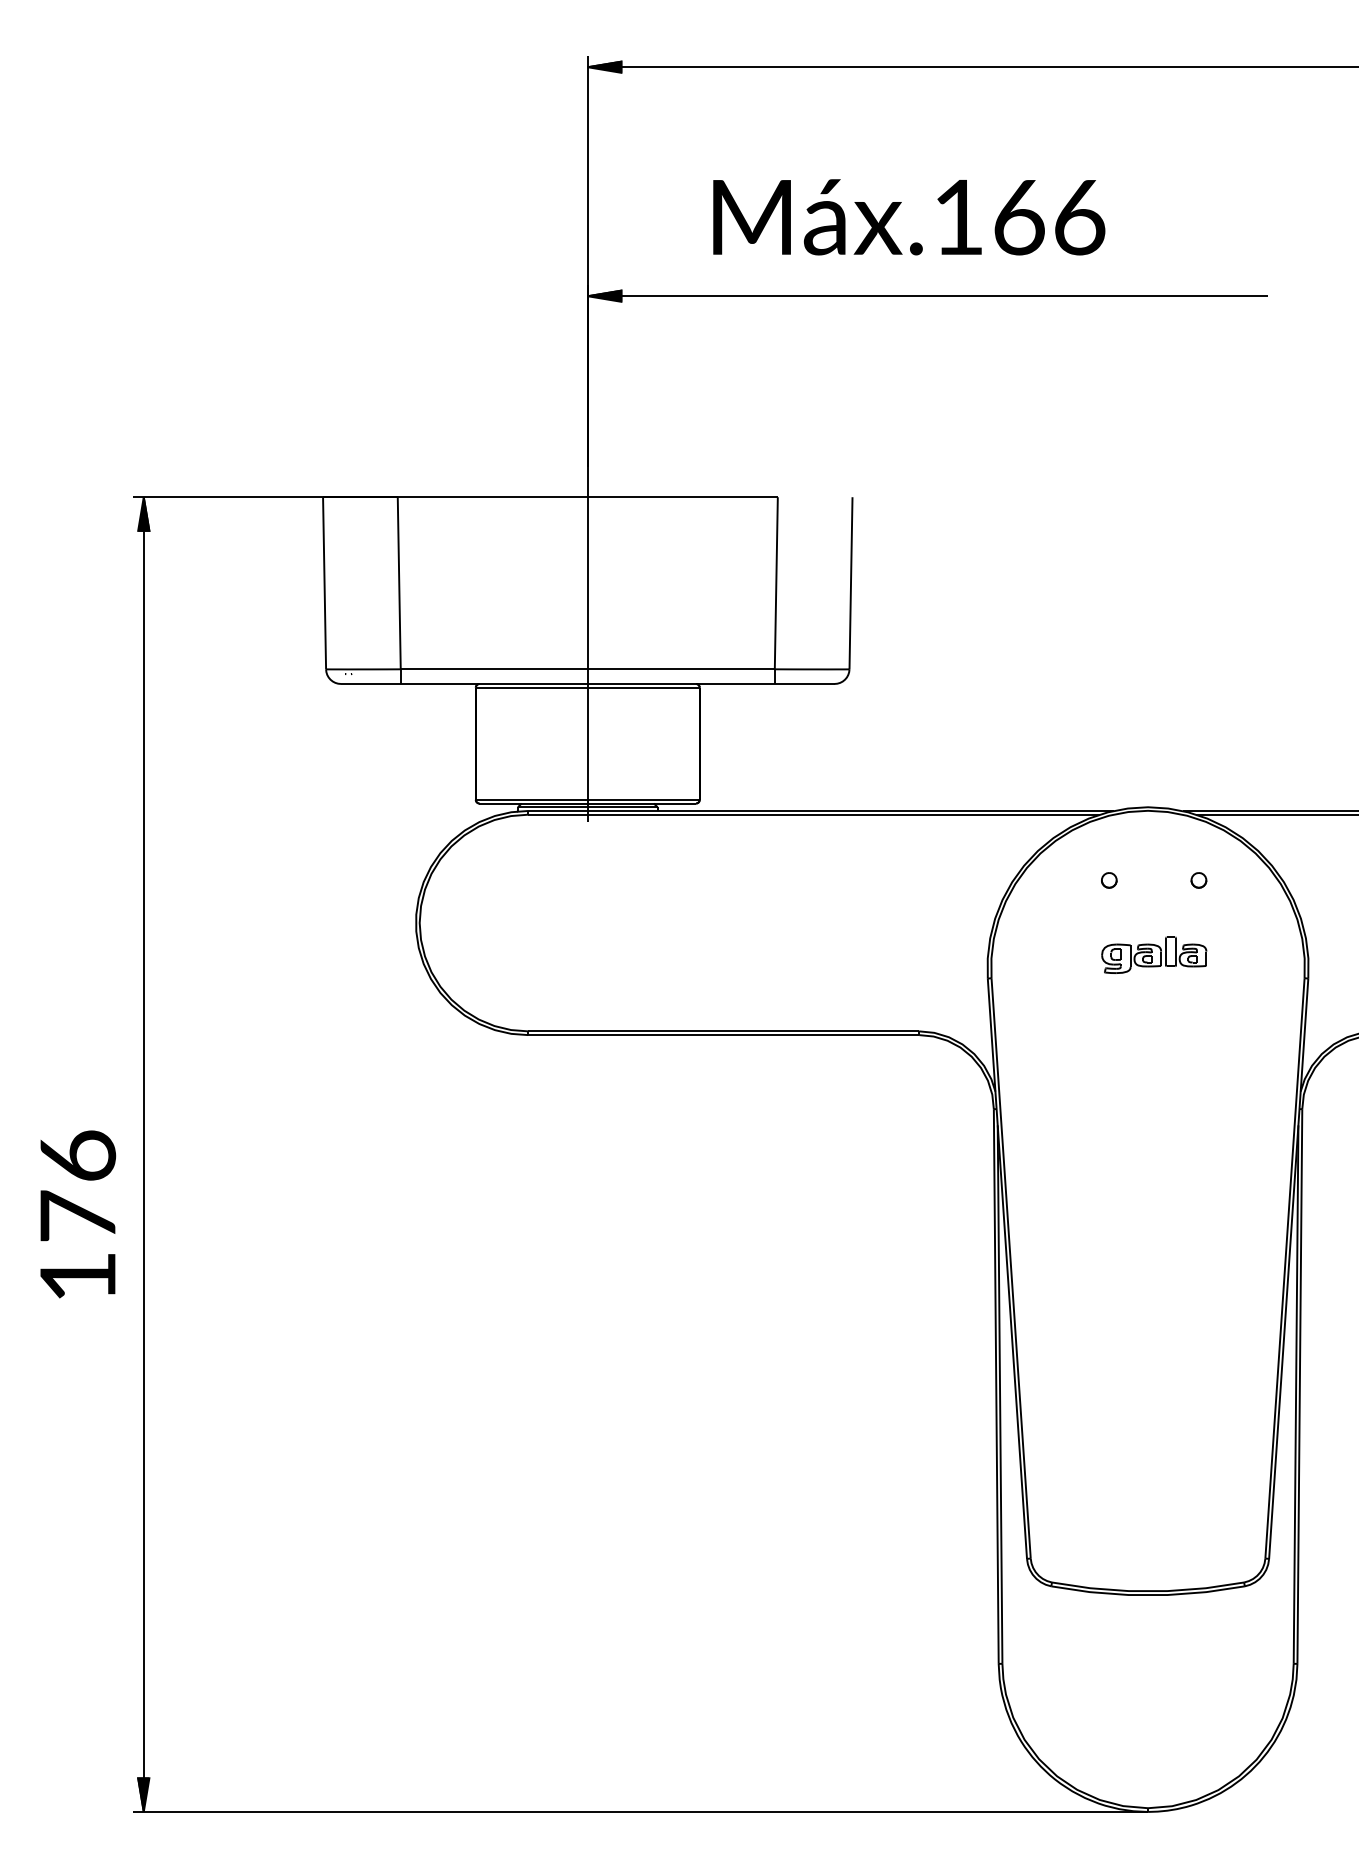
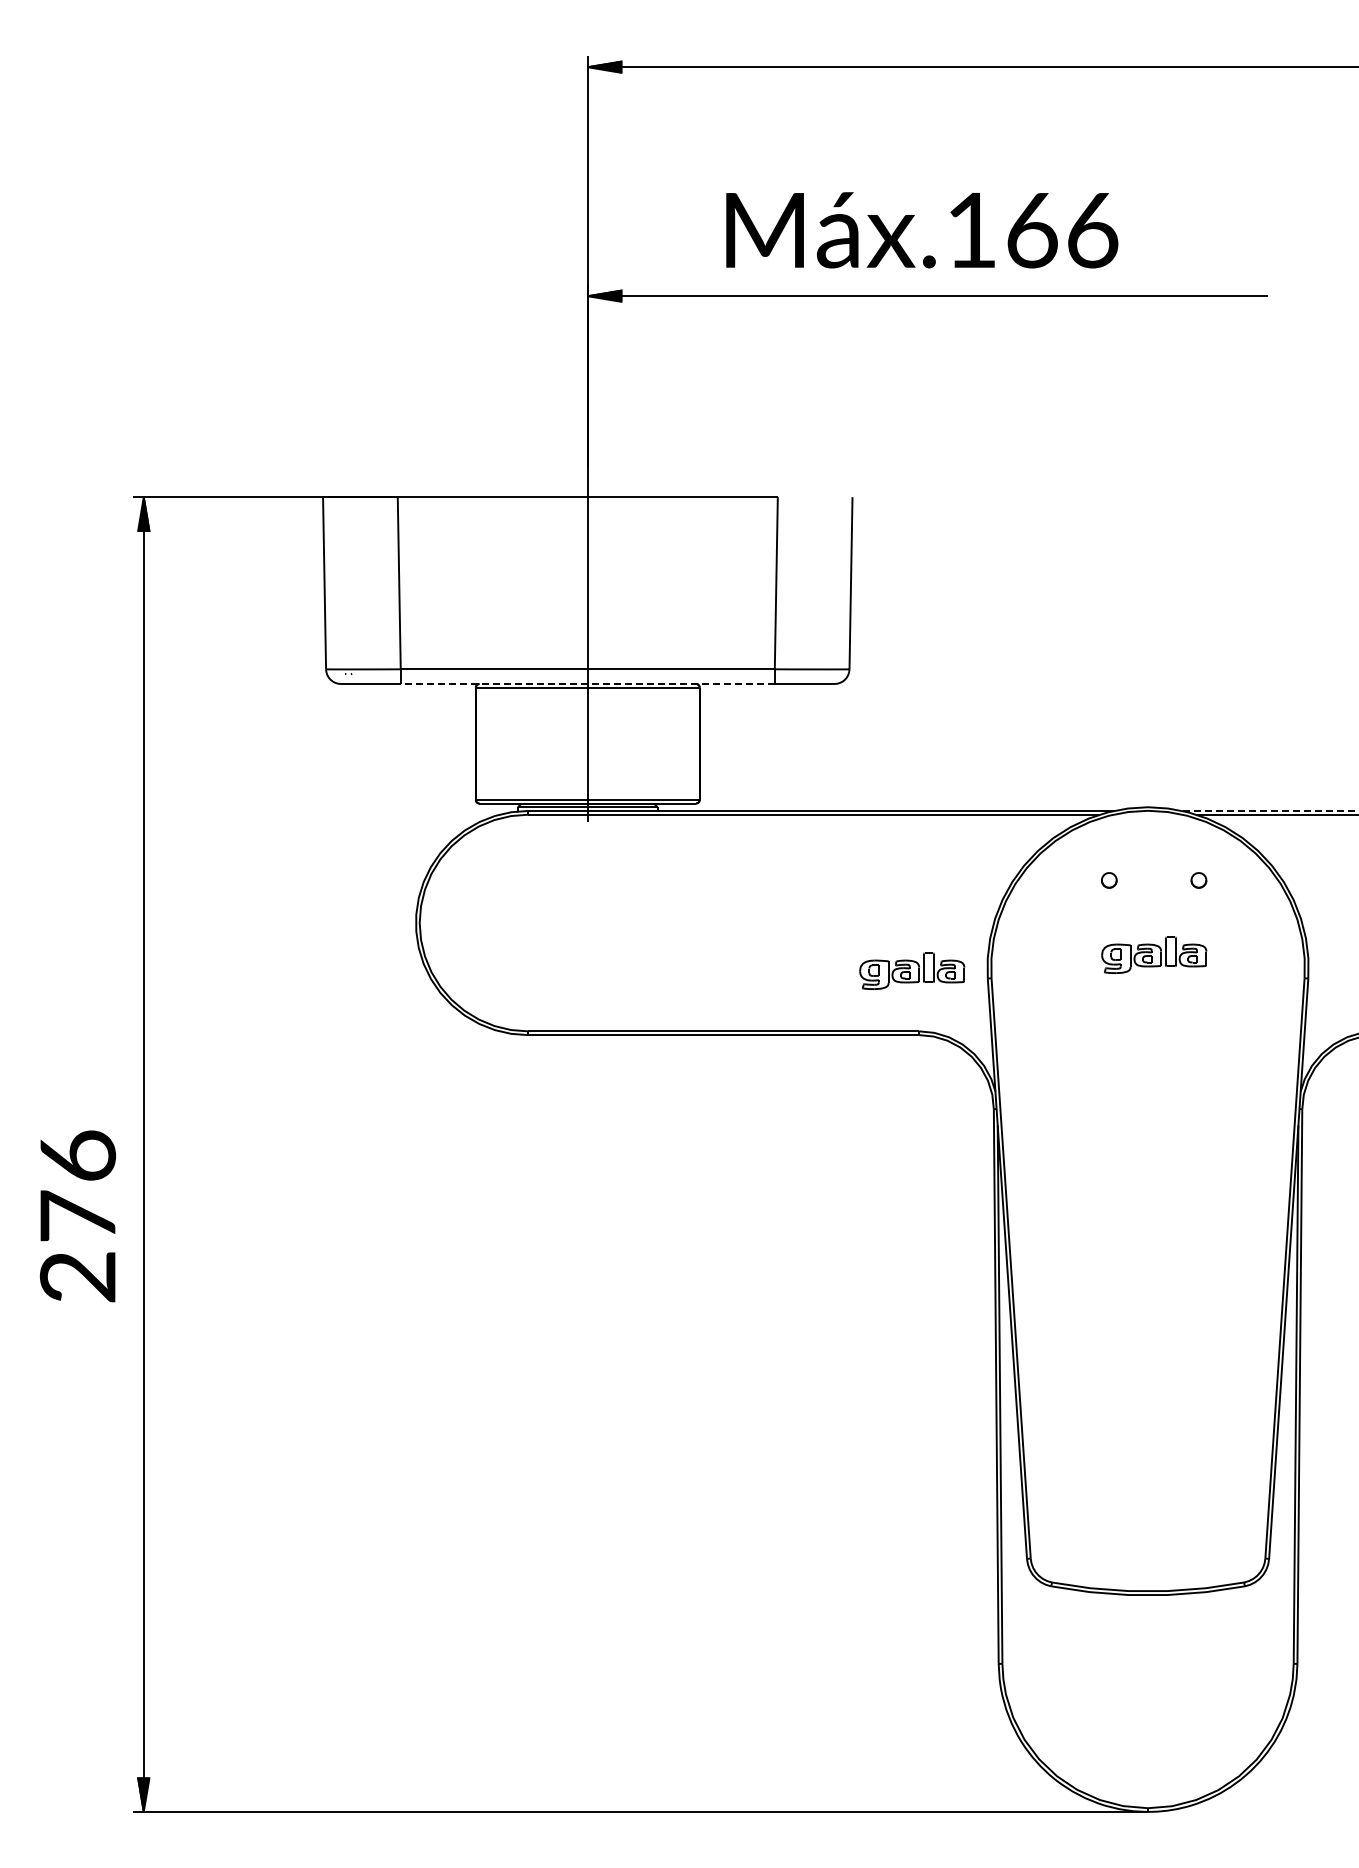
text at (909, 217) position: (909, 217) -> (922, 230)
line at (587, 683): solid -> dashed
line at (1270, 810): solid -> dashed
part at (912, 970): none -> present
text at (77, 1277): 176 -> 276
